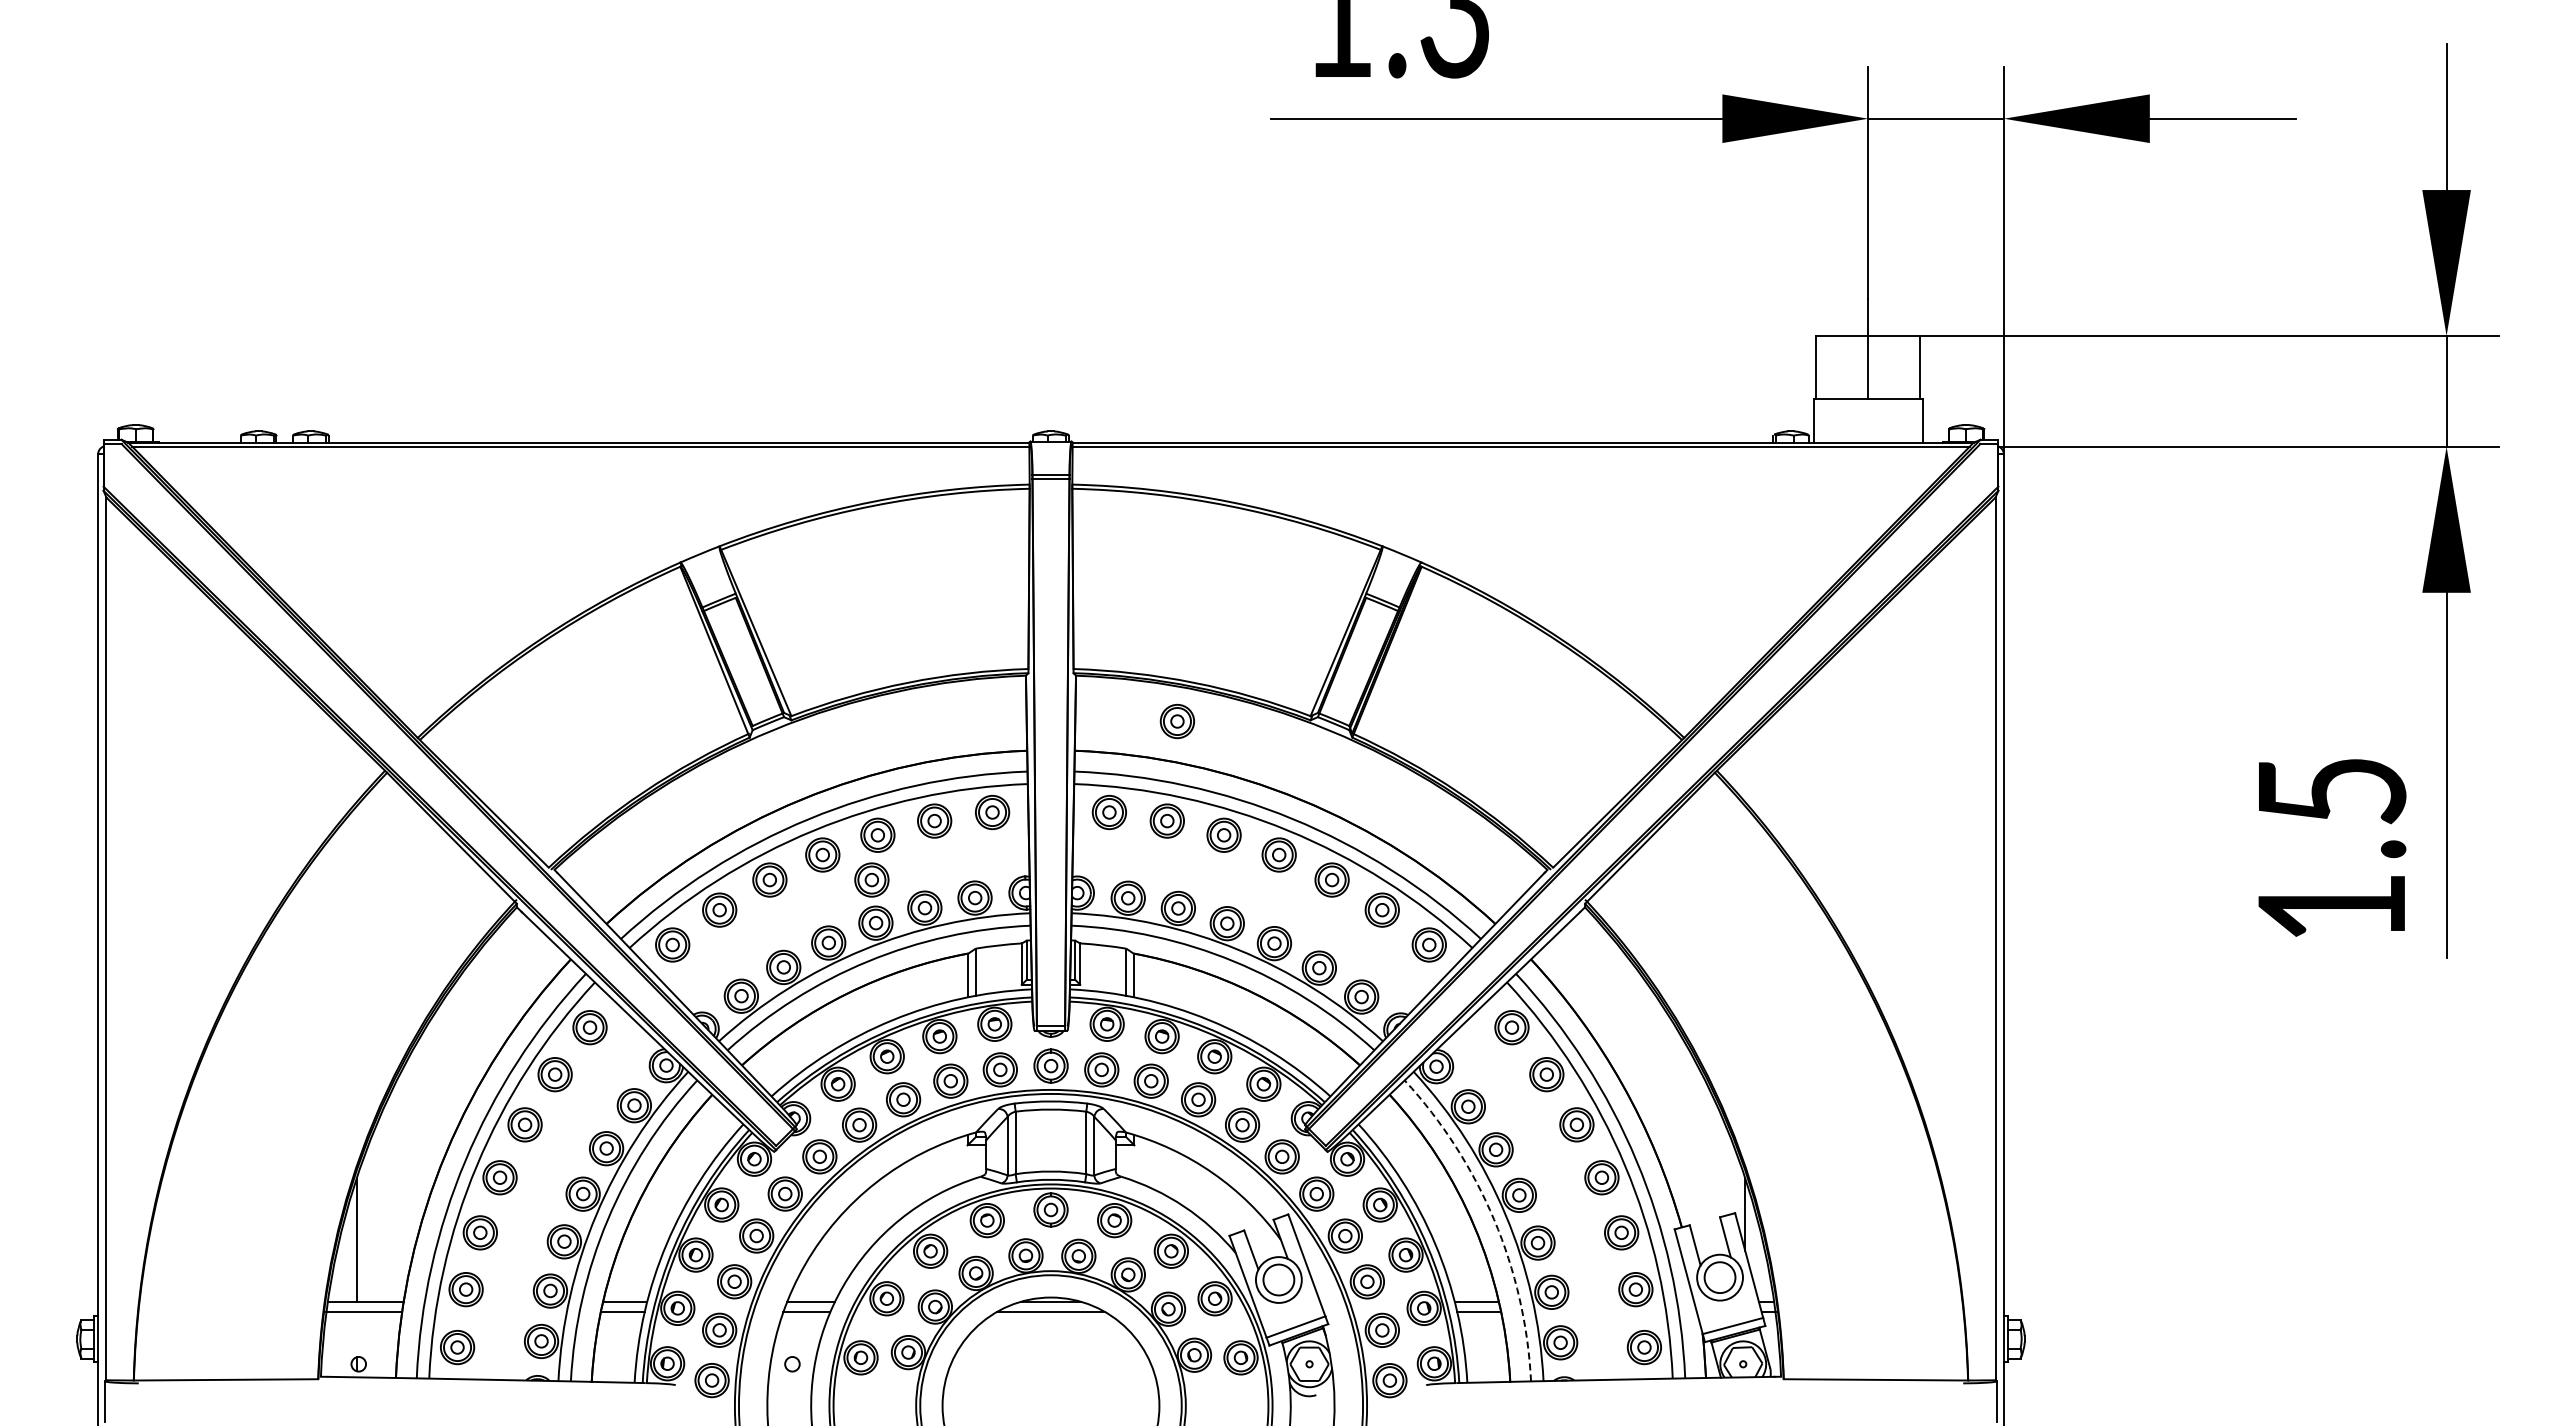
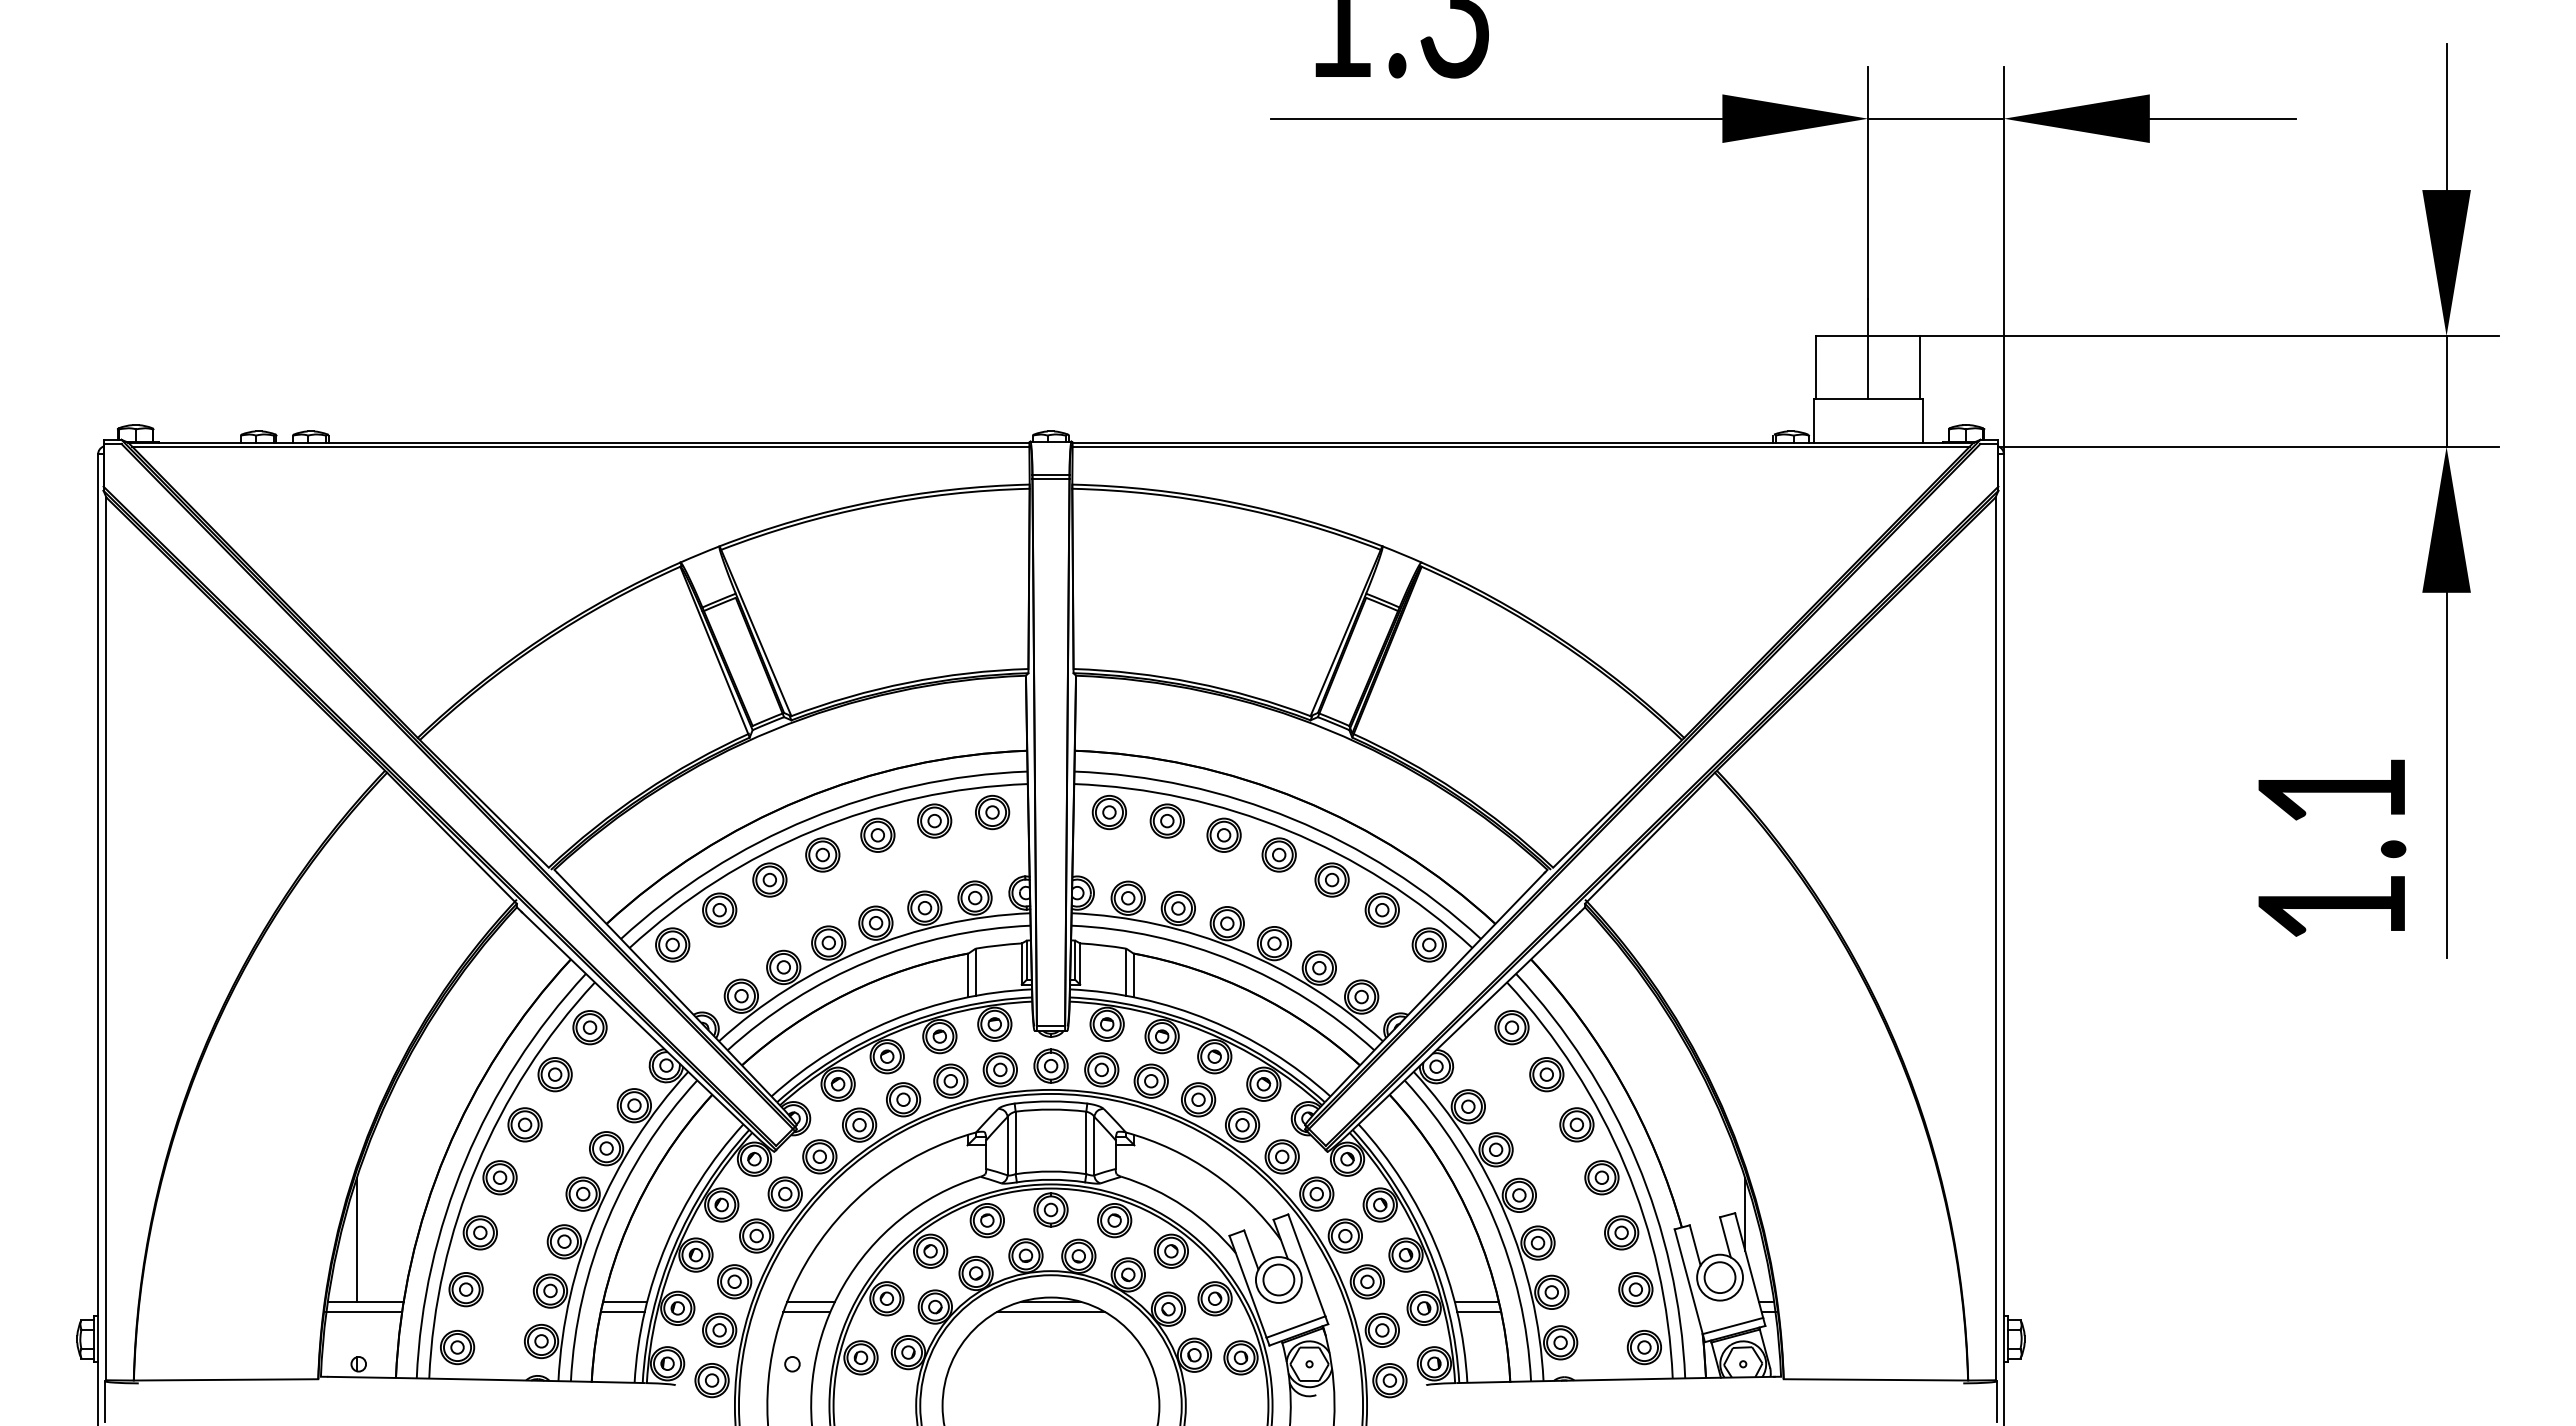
part at (1176, 721): present -> none
text at (2332, 791): 1.5 -> 1.1
part at (871, 879): present -> none
arc at (1494, 1219): dashed -> solid
